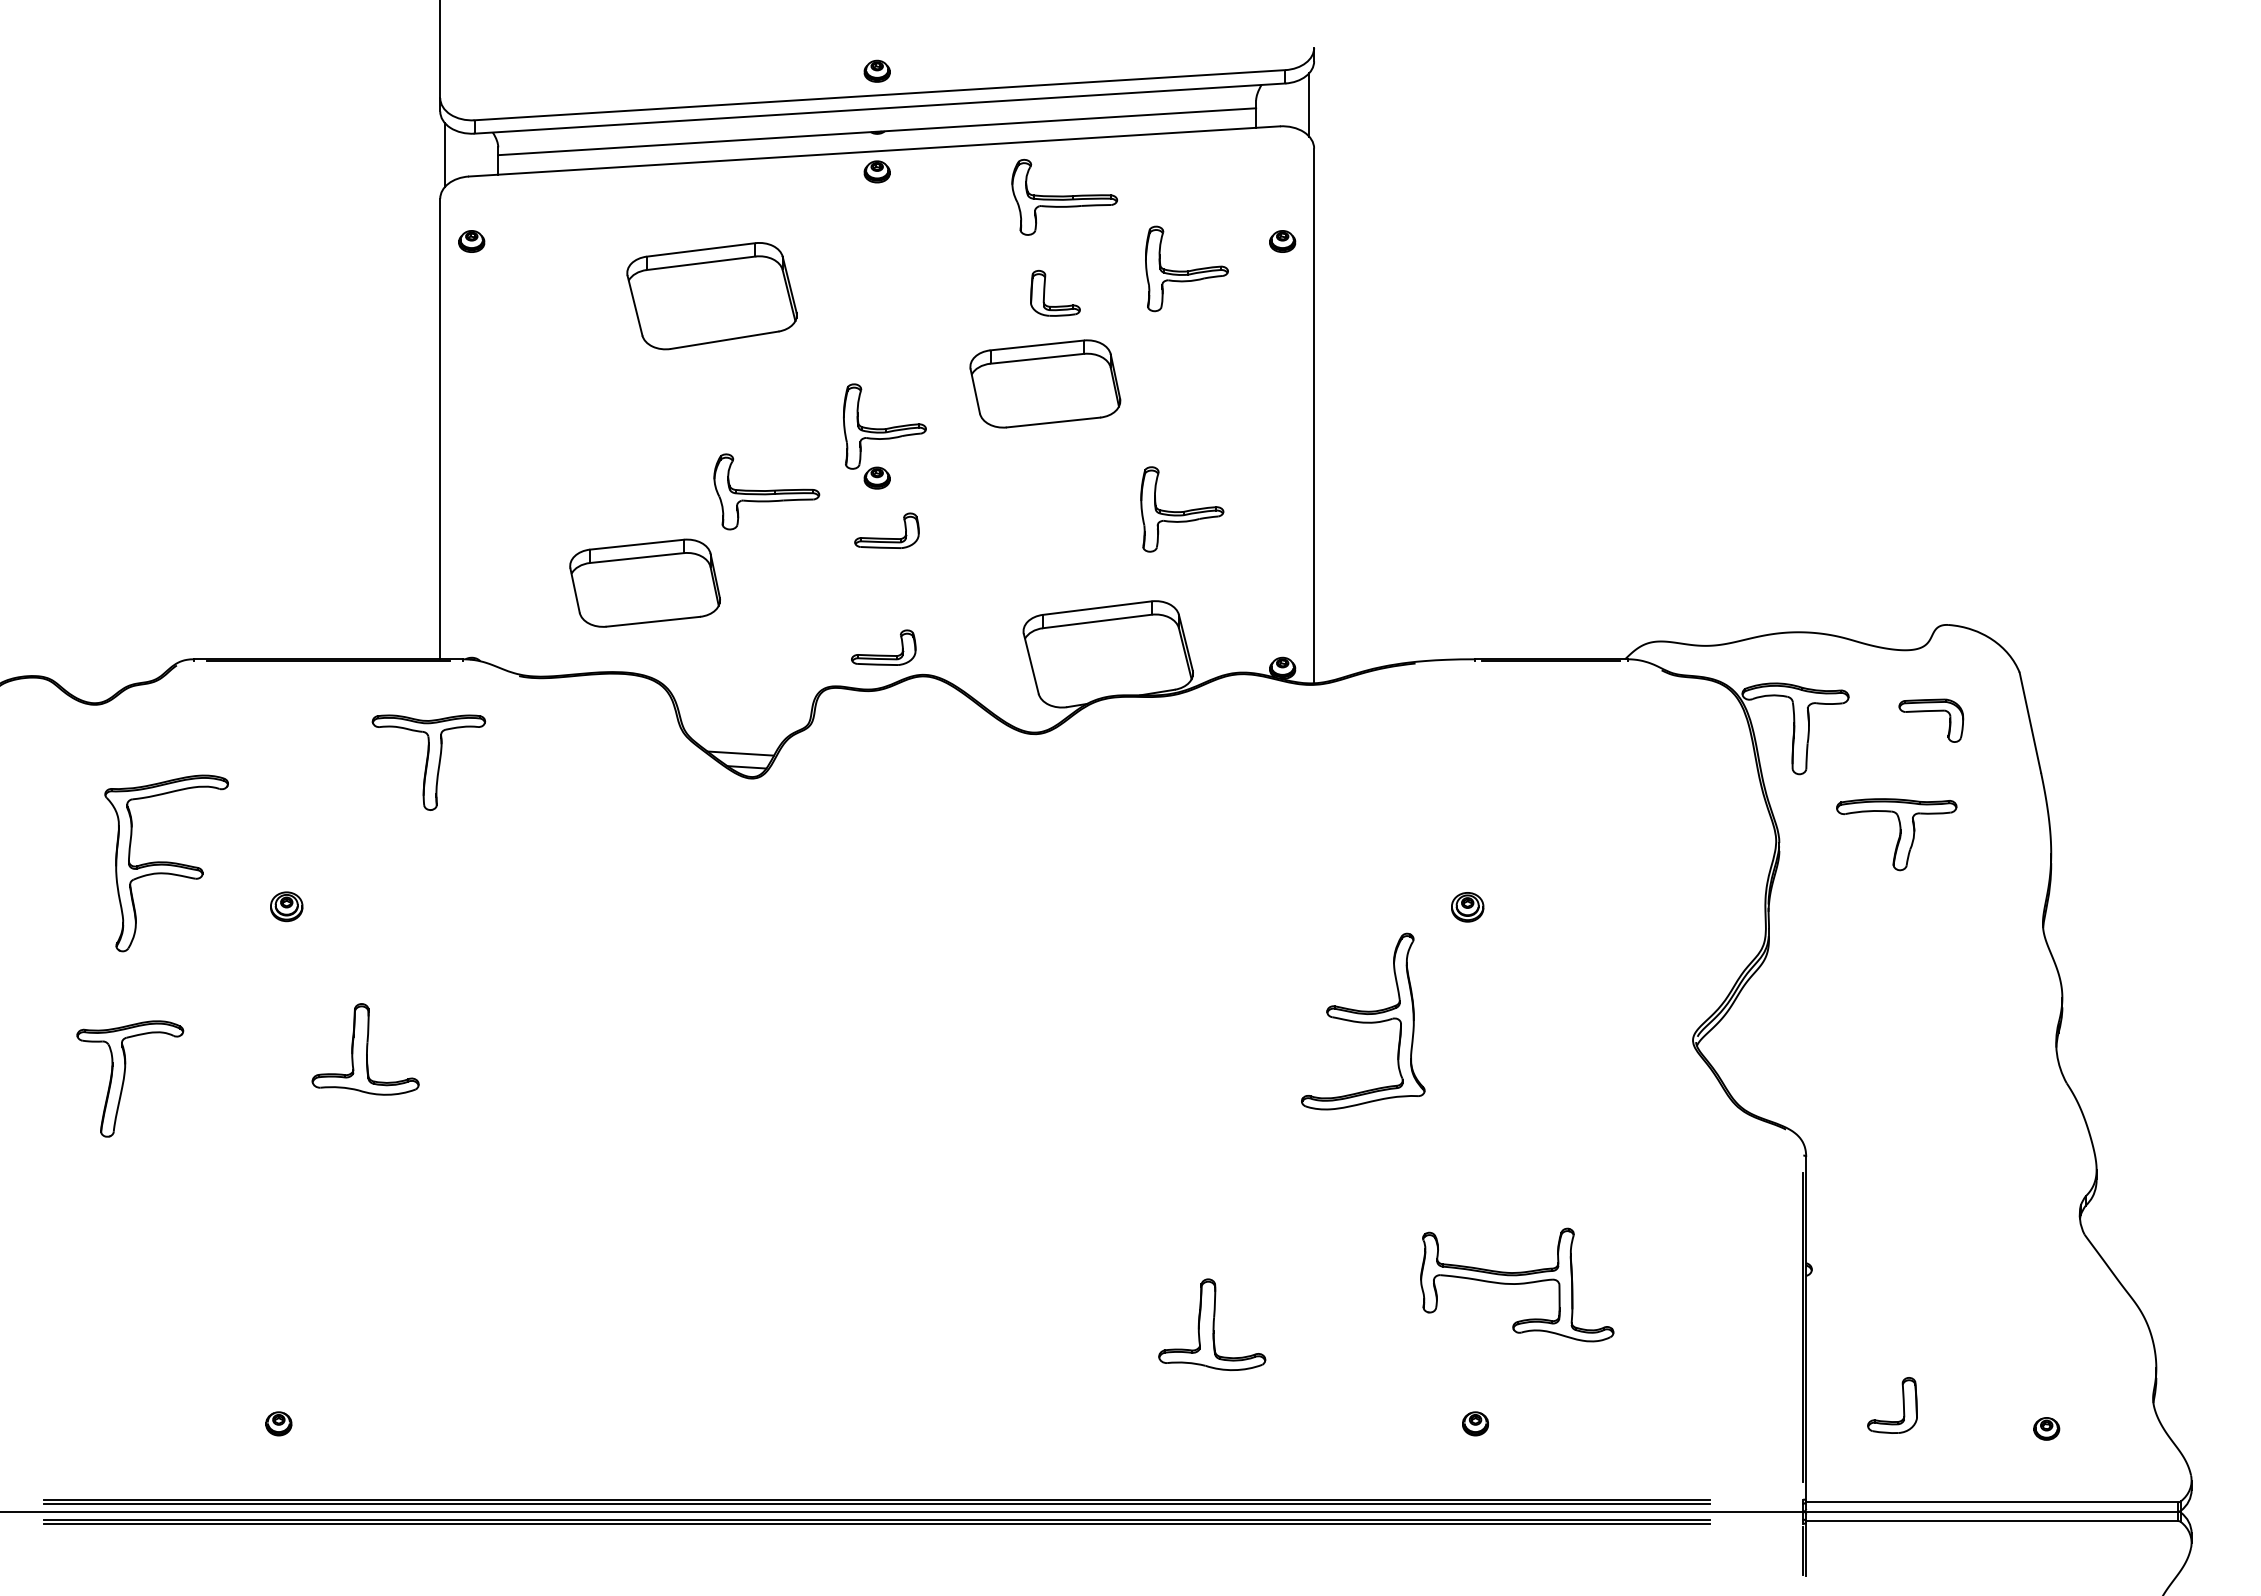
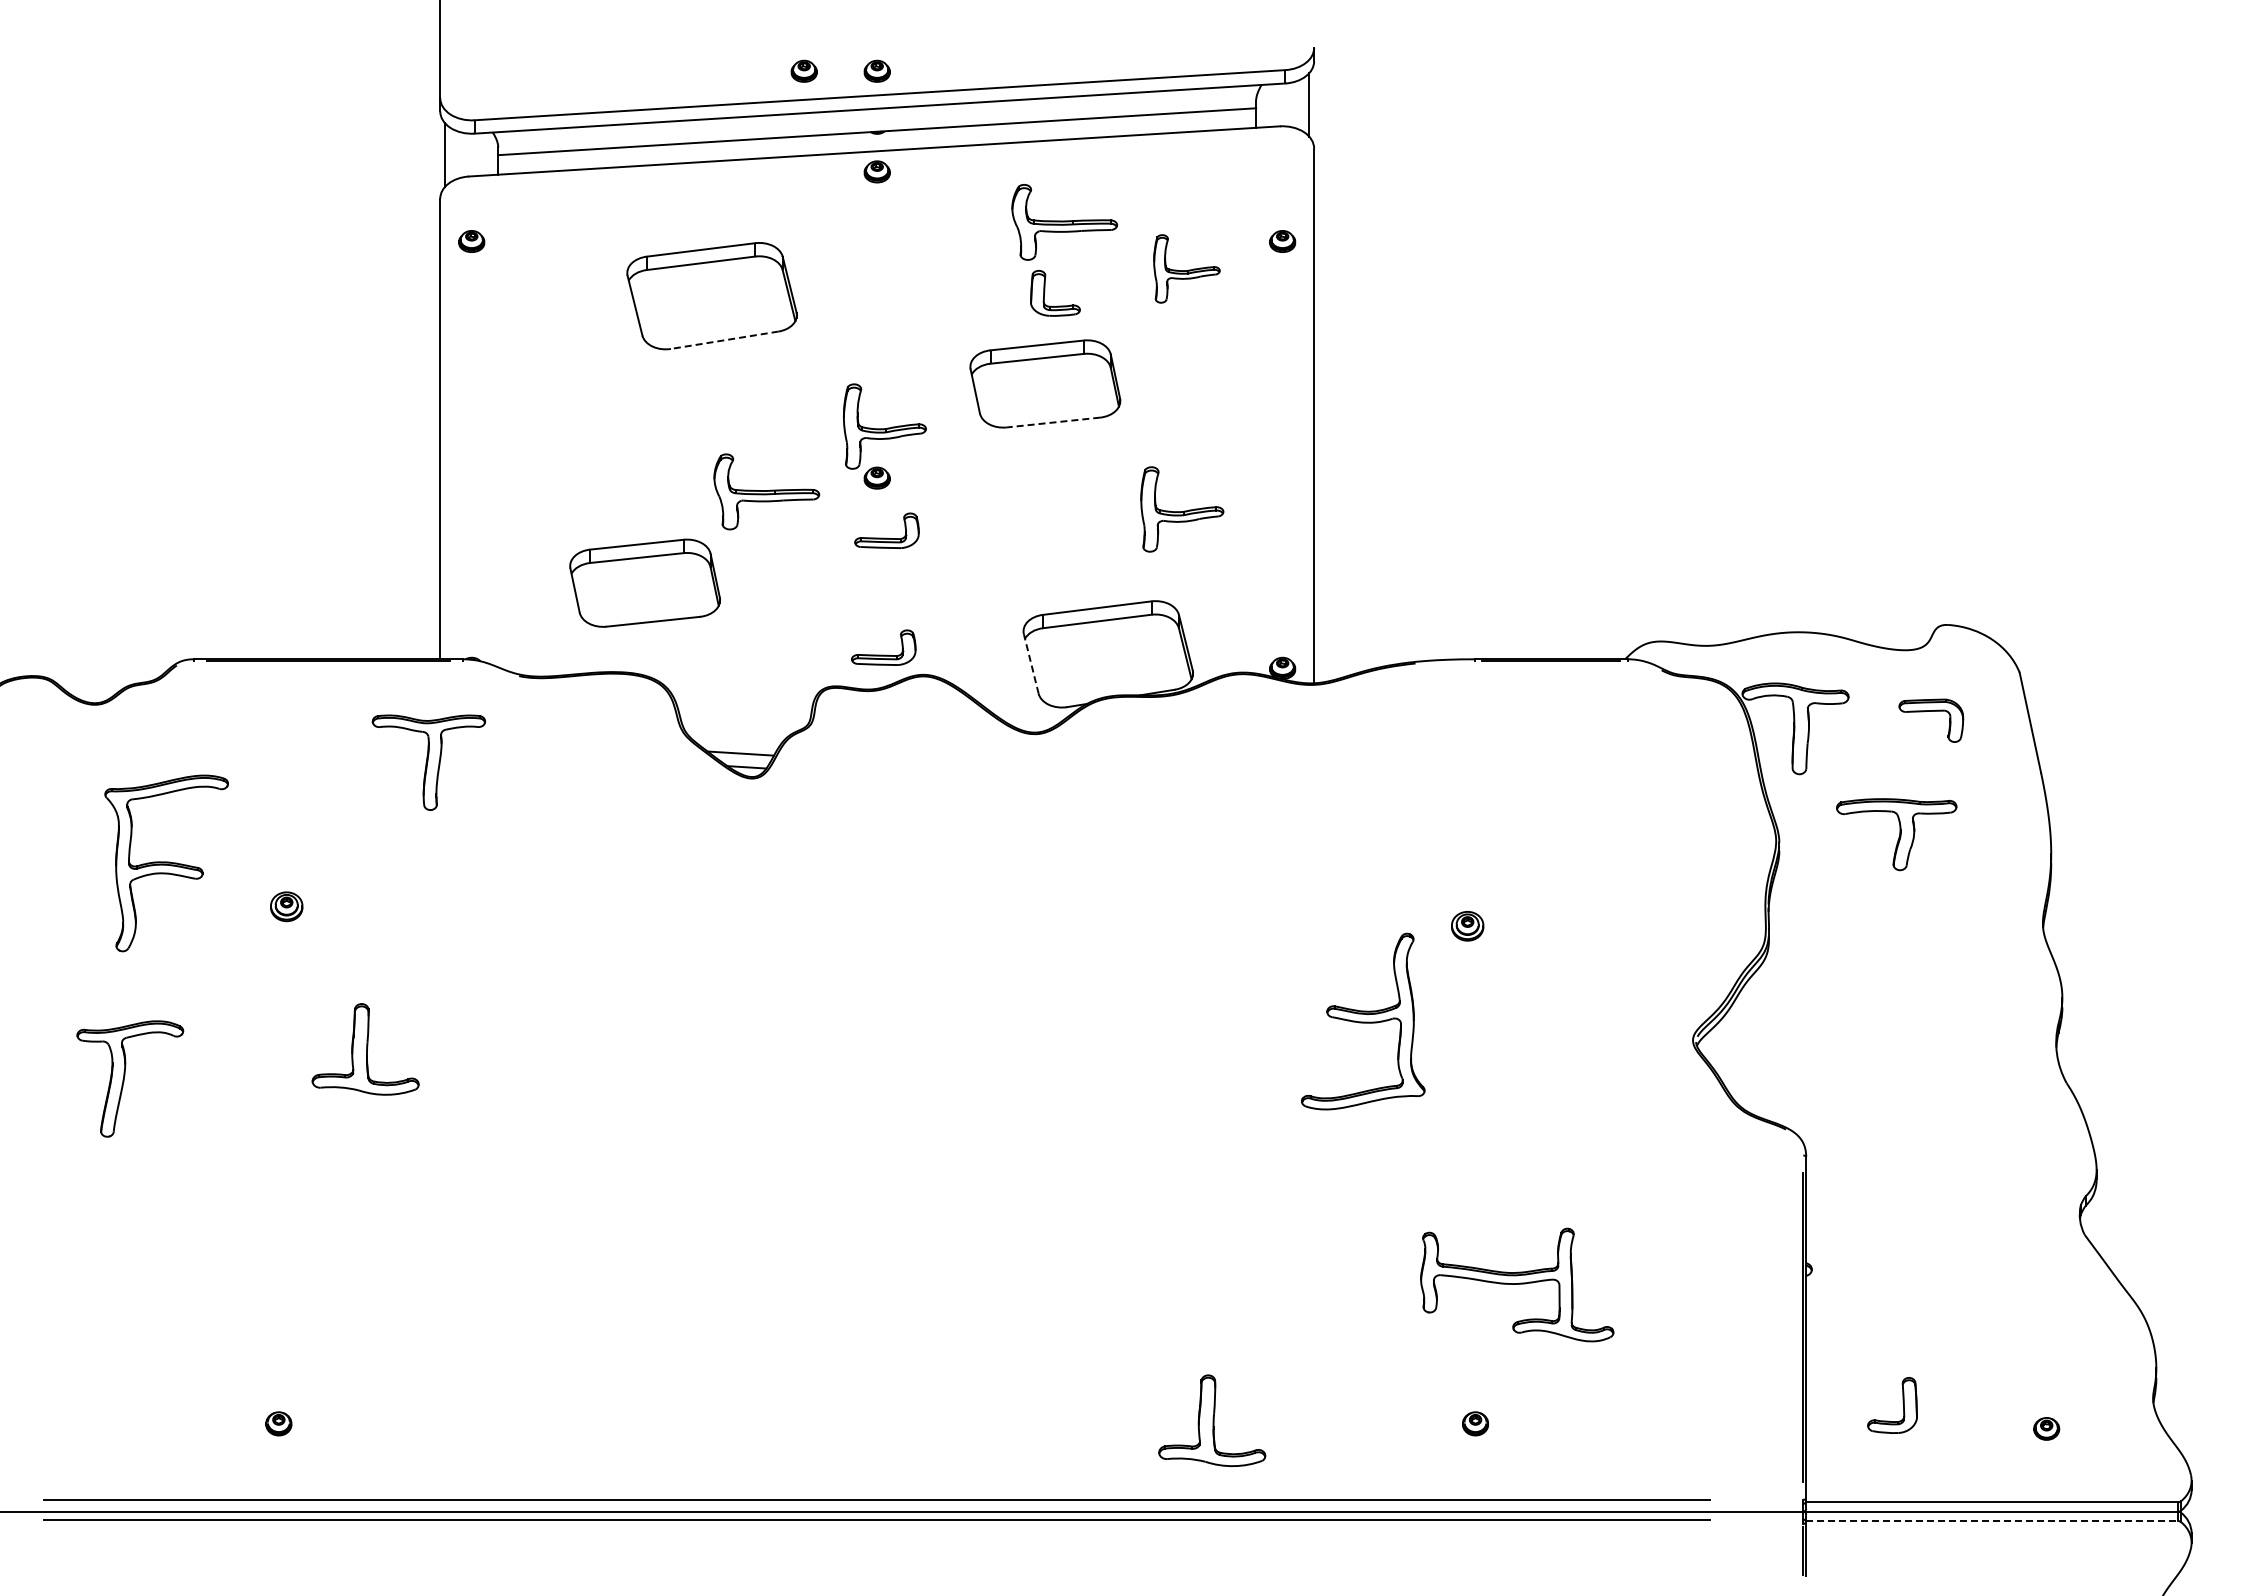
part at (803, 70): none -> present
part at (1064, 196) position: (1064, 196) -> (1064, 221)
part at (1186, 268) size: 84x88 px -> 68x70 px
line at (724, 340): solid -> dashed
line at (1053, 422): solid -> dashed
line at (1031, 663): solid -> dashed
part at (1467, 907) position: (1467, 907) -> (1467, 926)
part at (1212, 1324) position: (1212, 1324) -> (1212, 1420)
line at (876, 1503): present -> none
line at (1992, 1521): solid -> dashed
line at (876, 1523): present -> none
